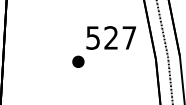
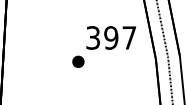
text at (102, 37): 527 -> 397
